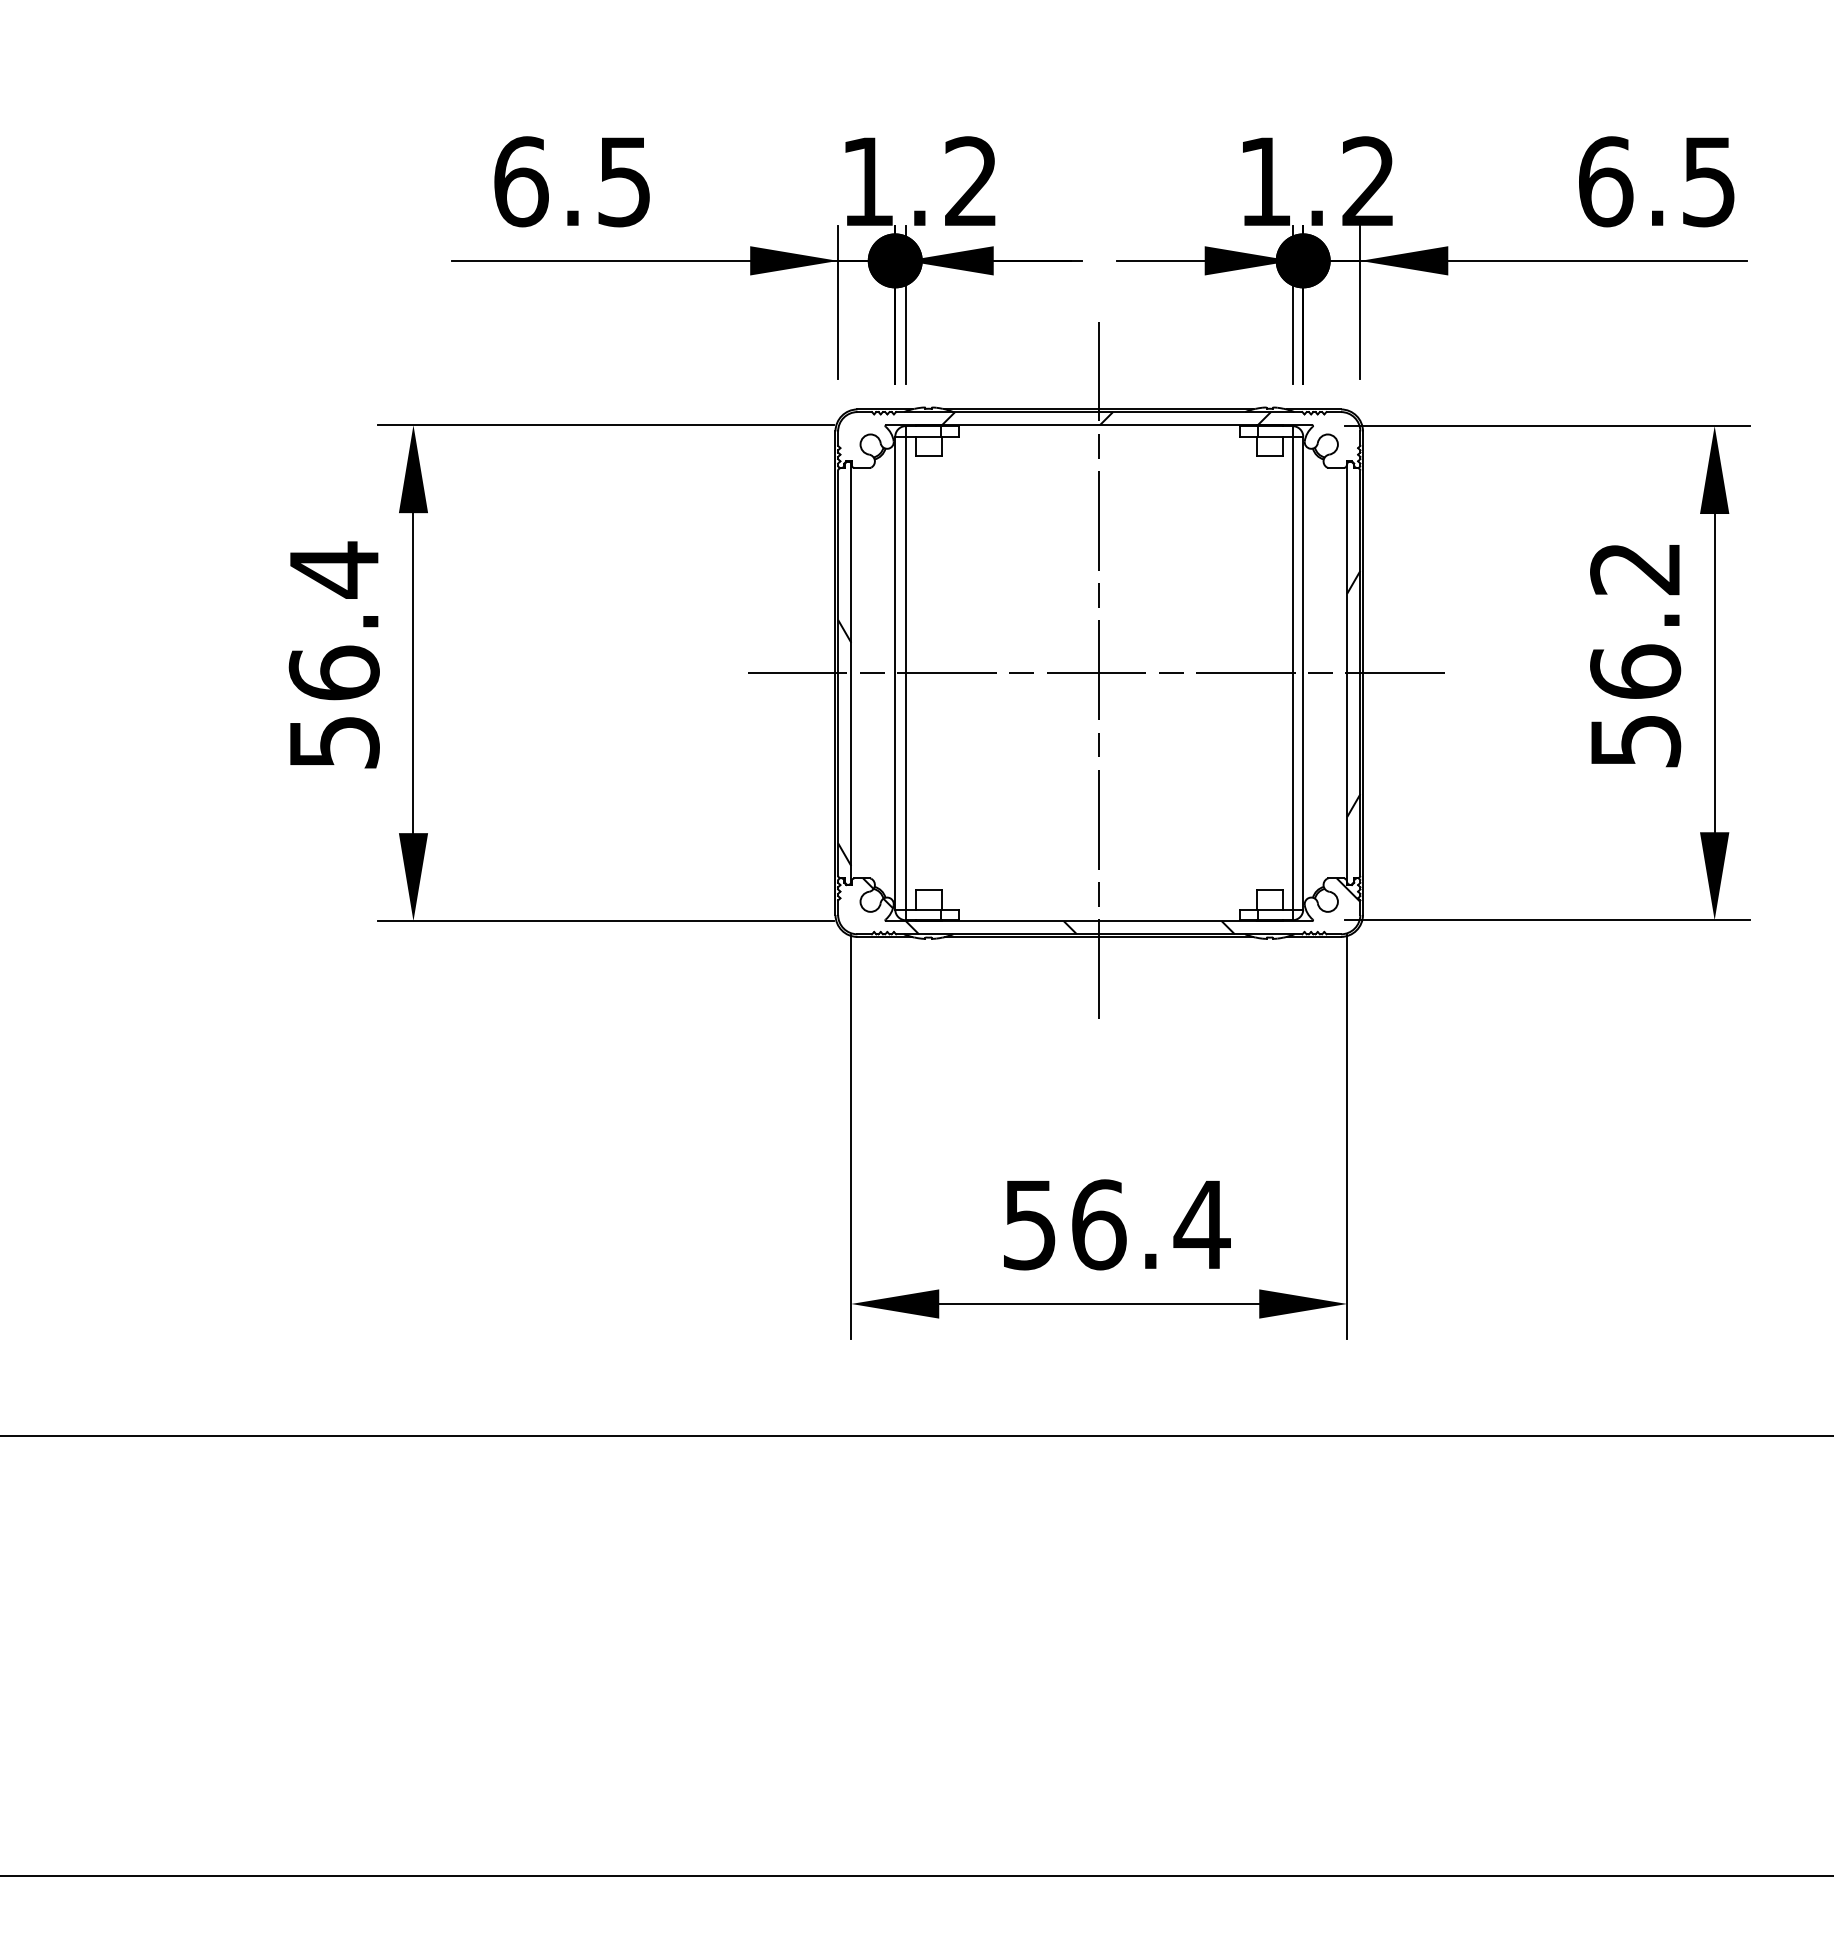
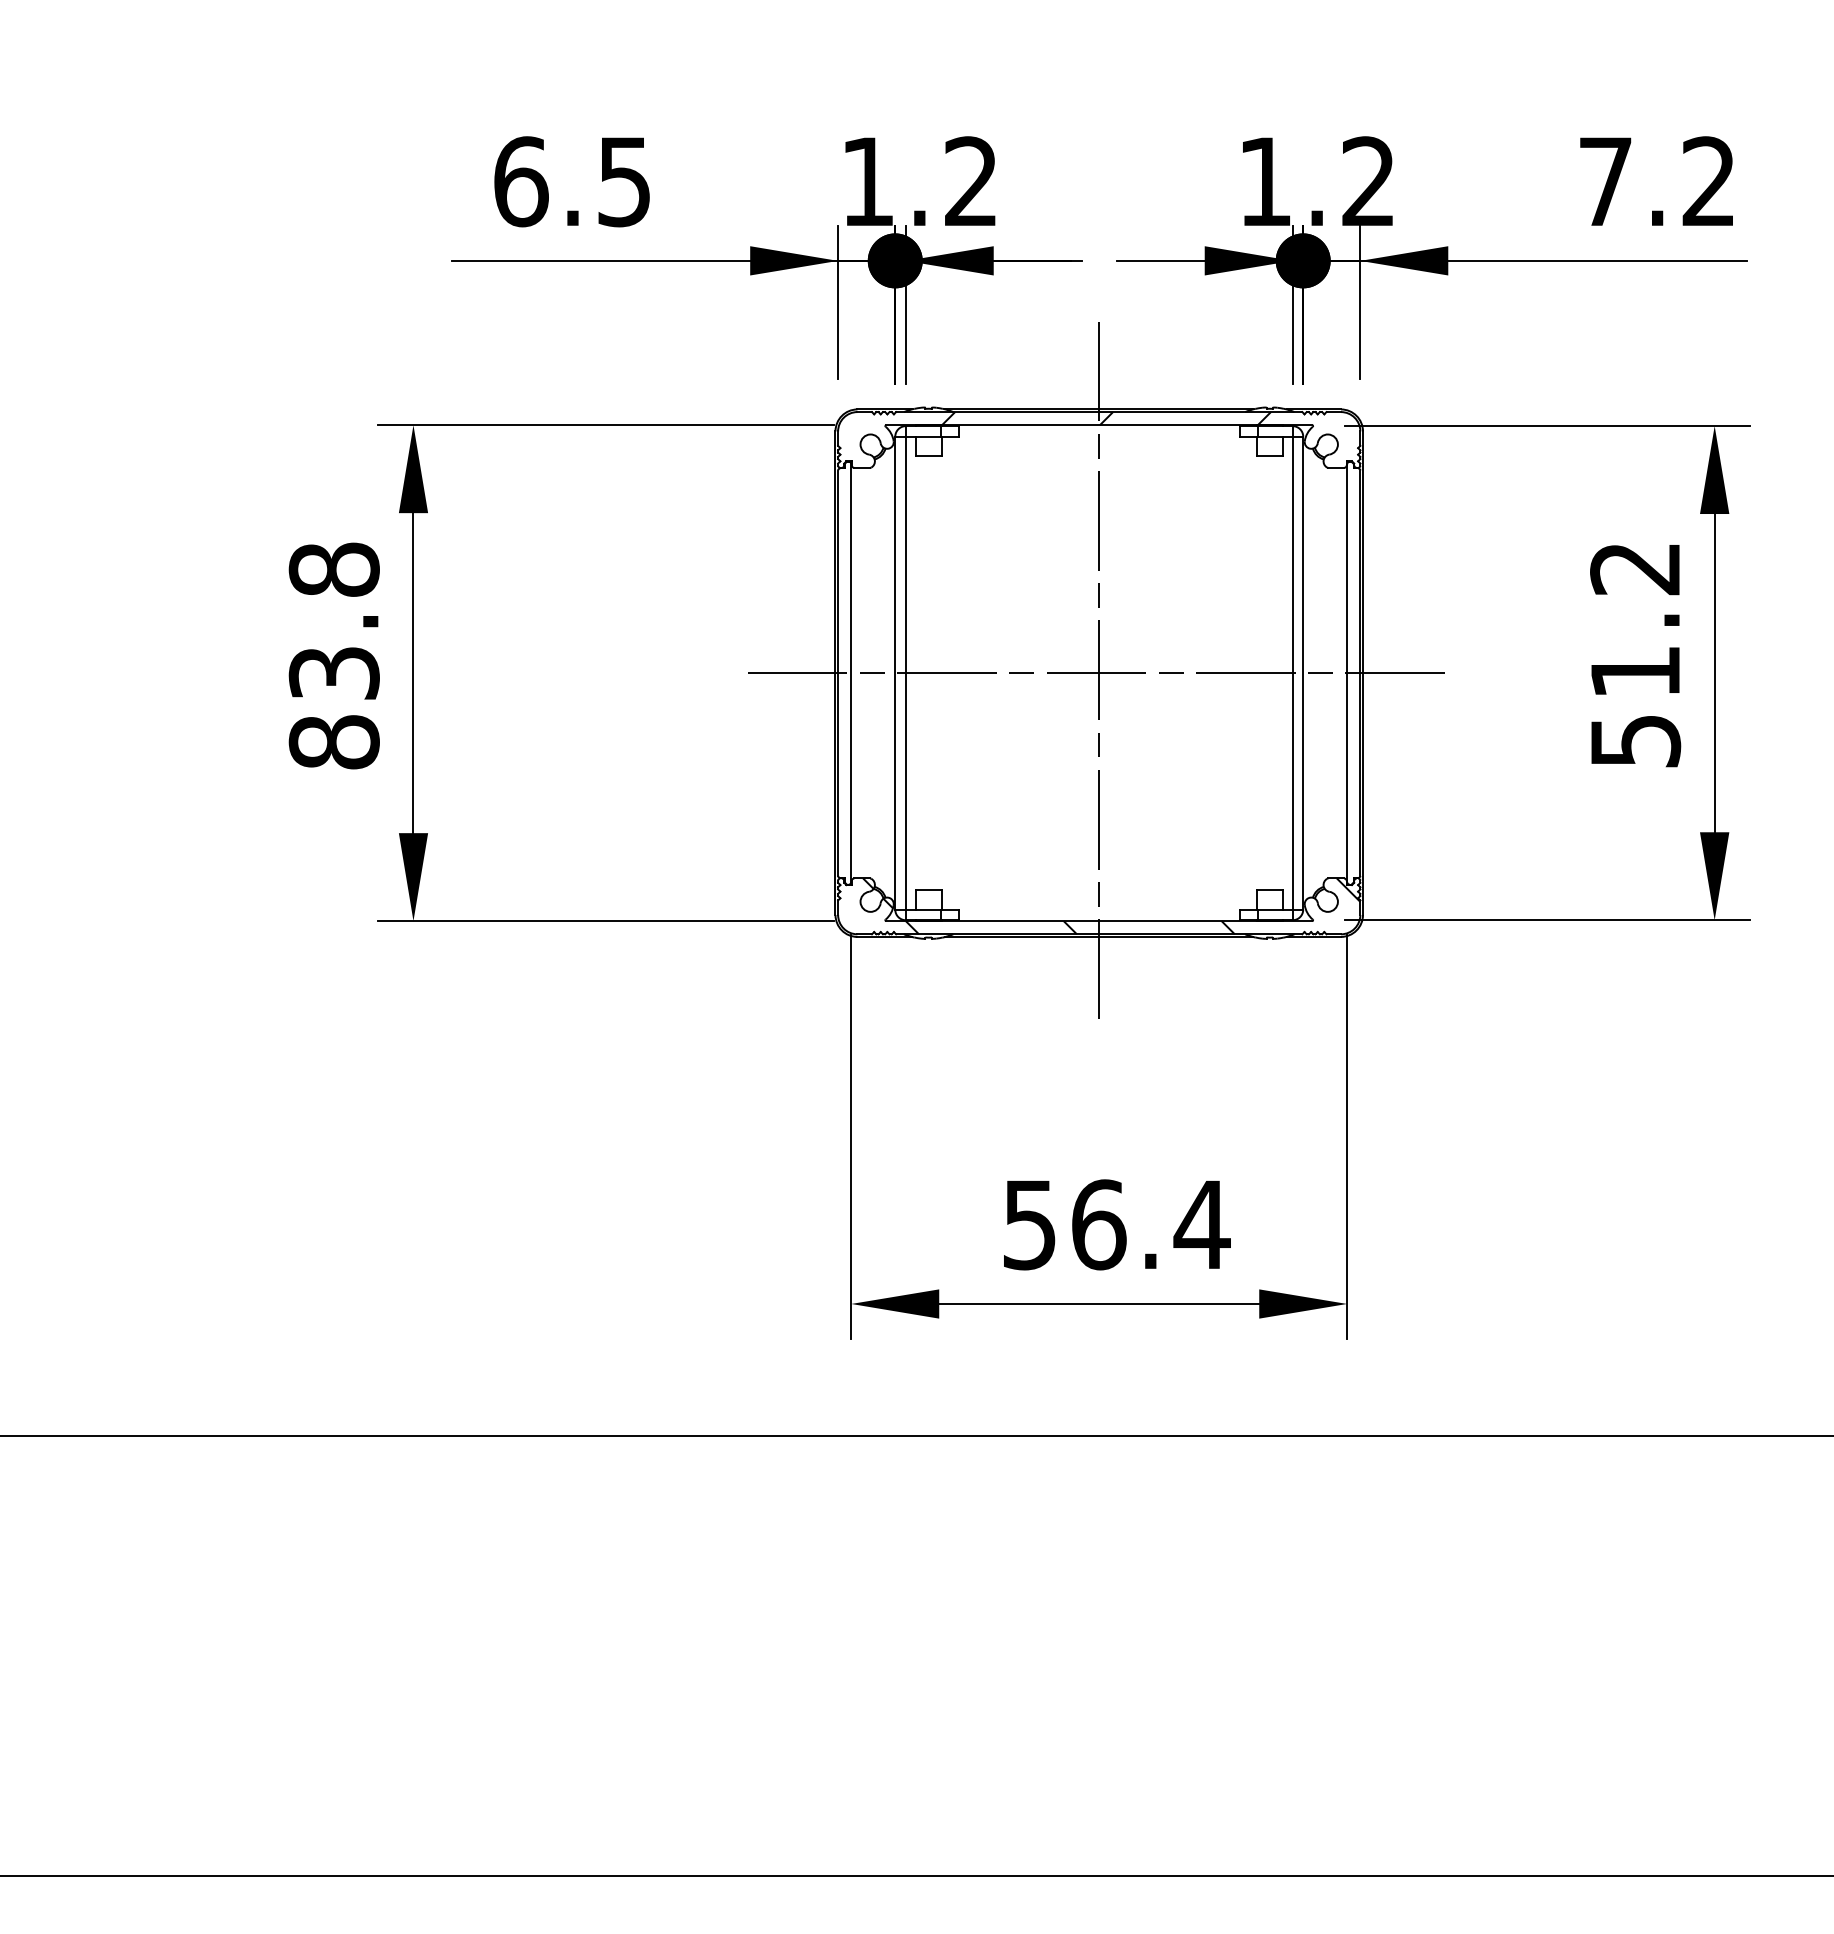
text at (1656, 181): 6.5 -> 7.2
text at (333, 655): 56.4 -> 83.8
text at (1635, 671): 56.2 -> 51.2
hatch at (1353, 693): present -> none
hatch at (844, 742): present -> none
